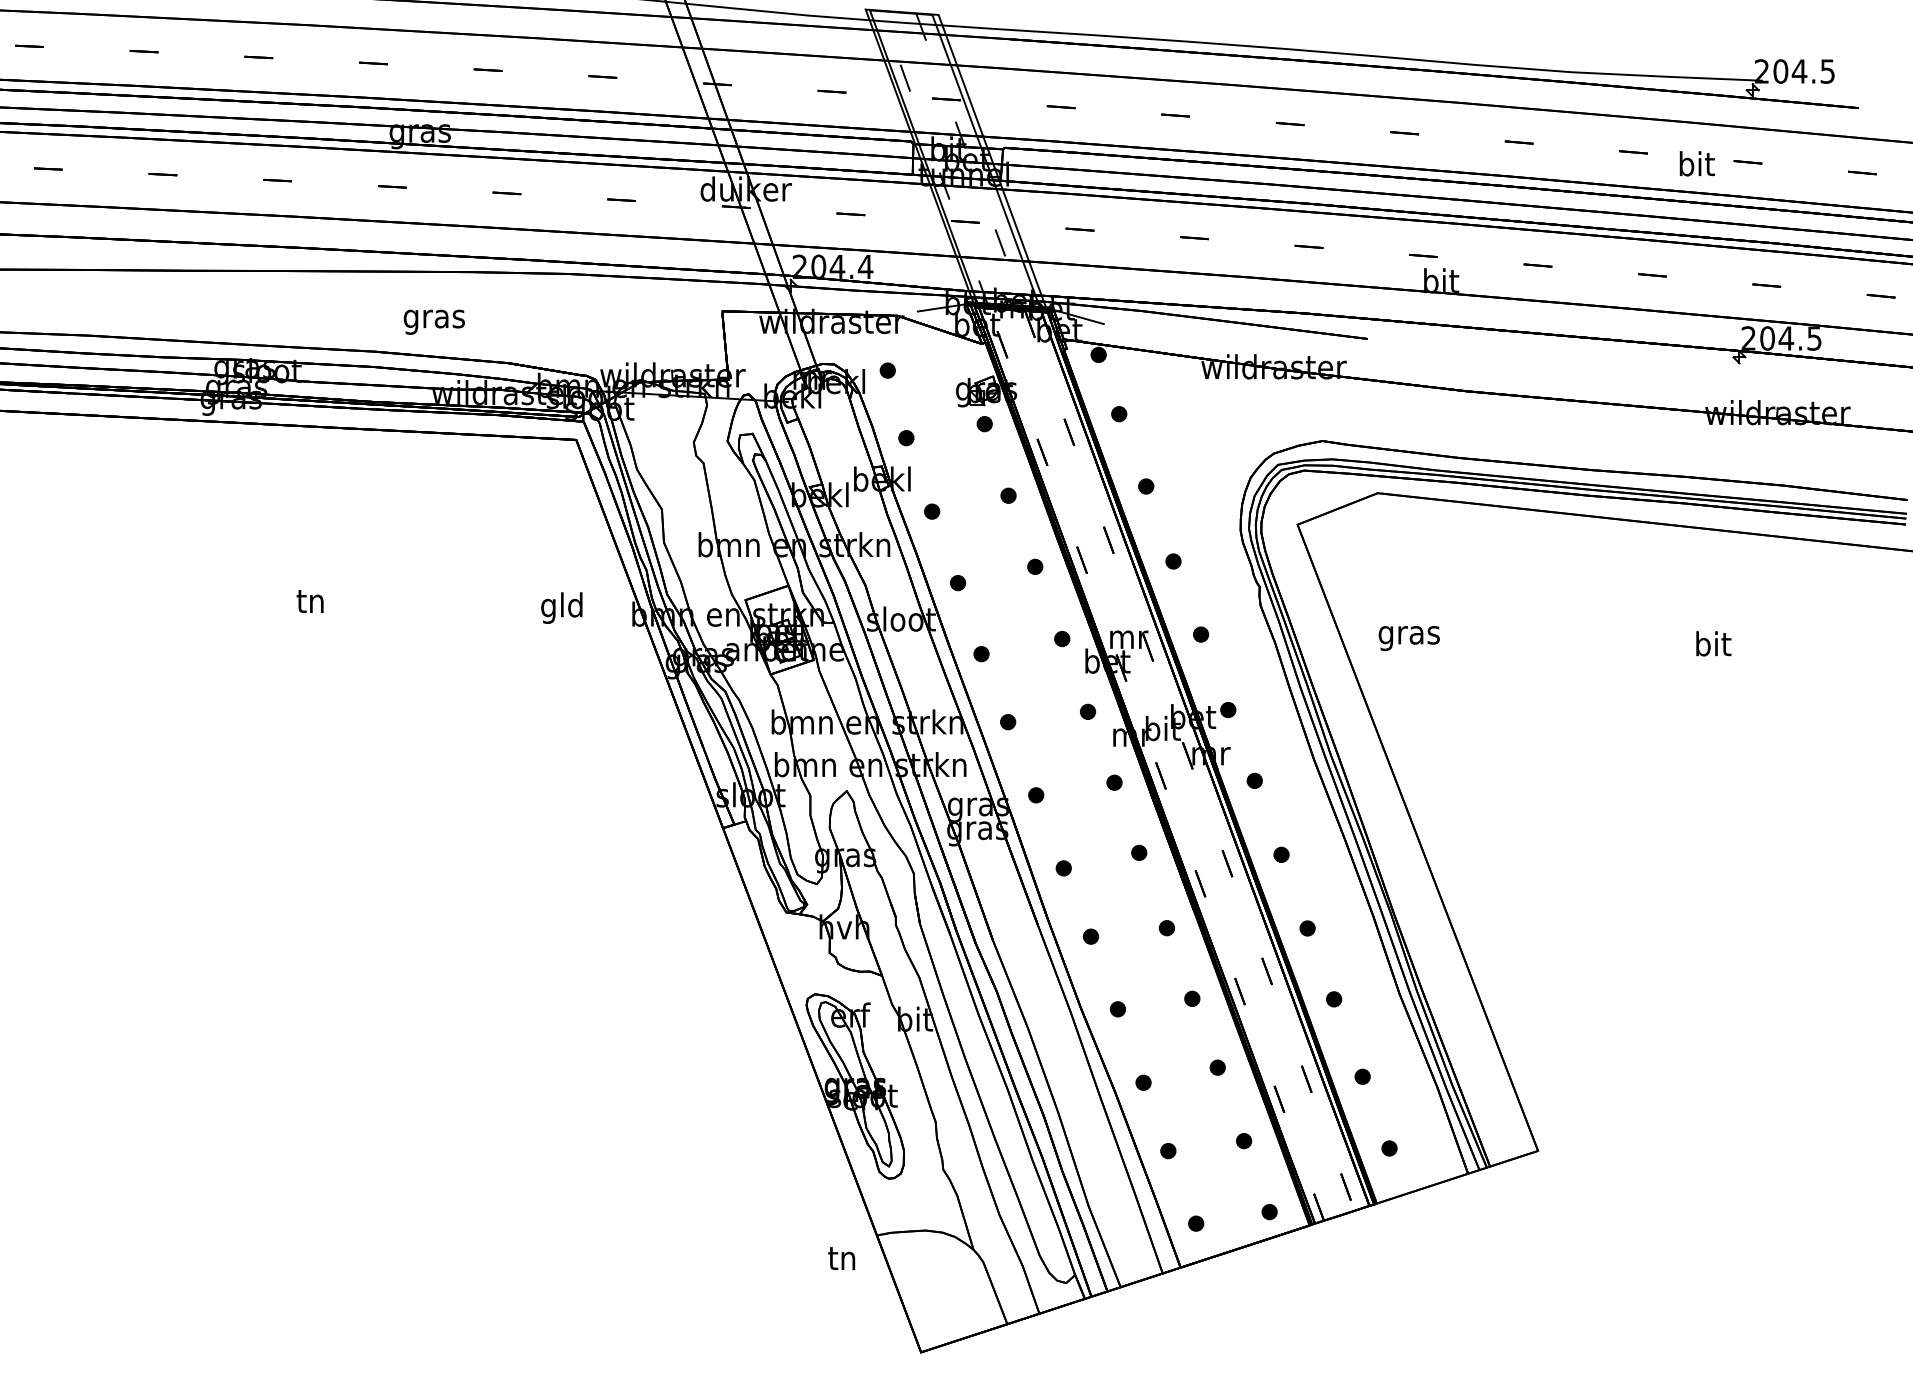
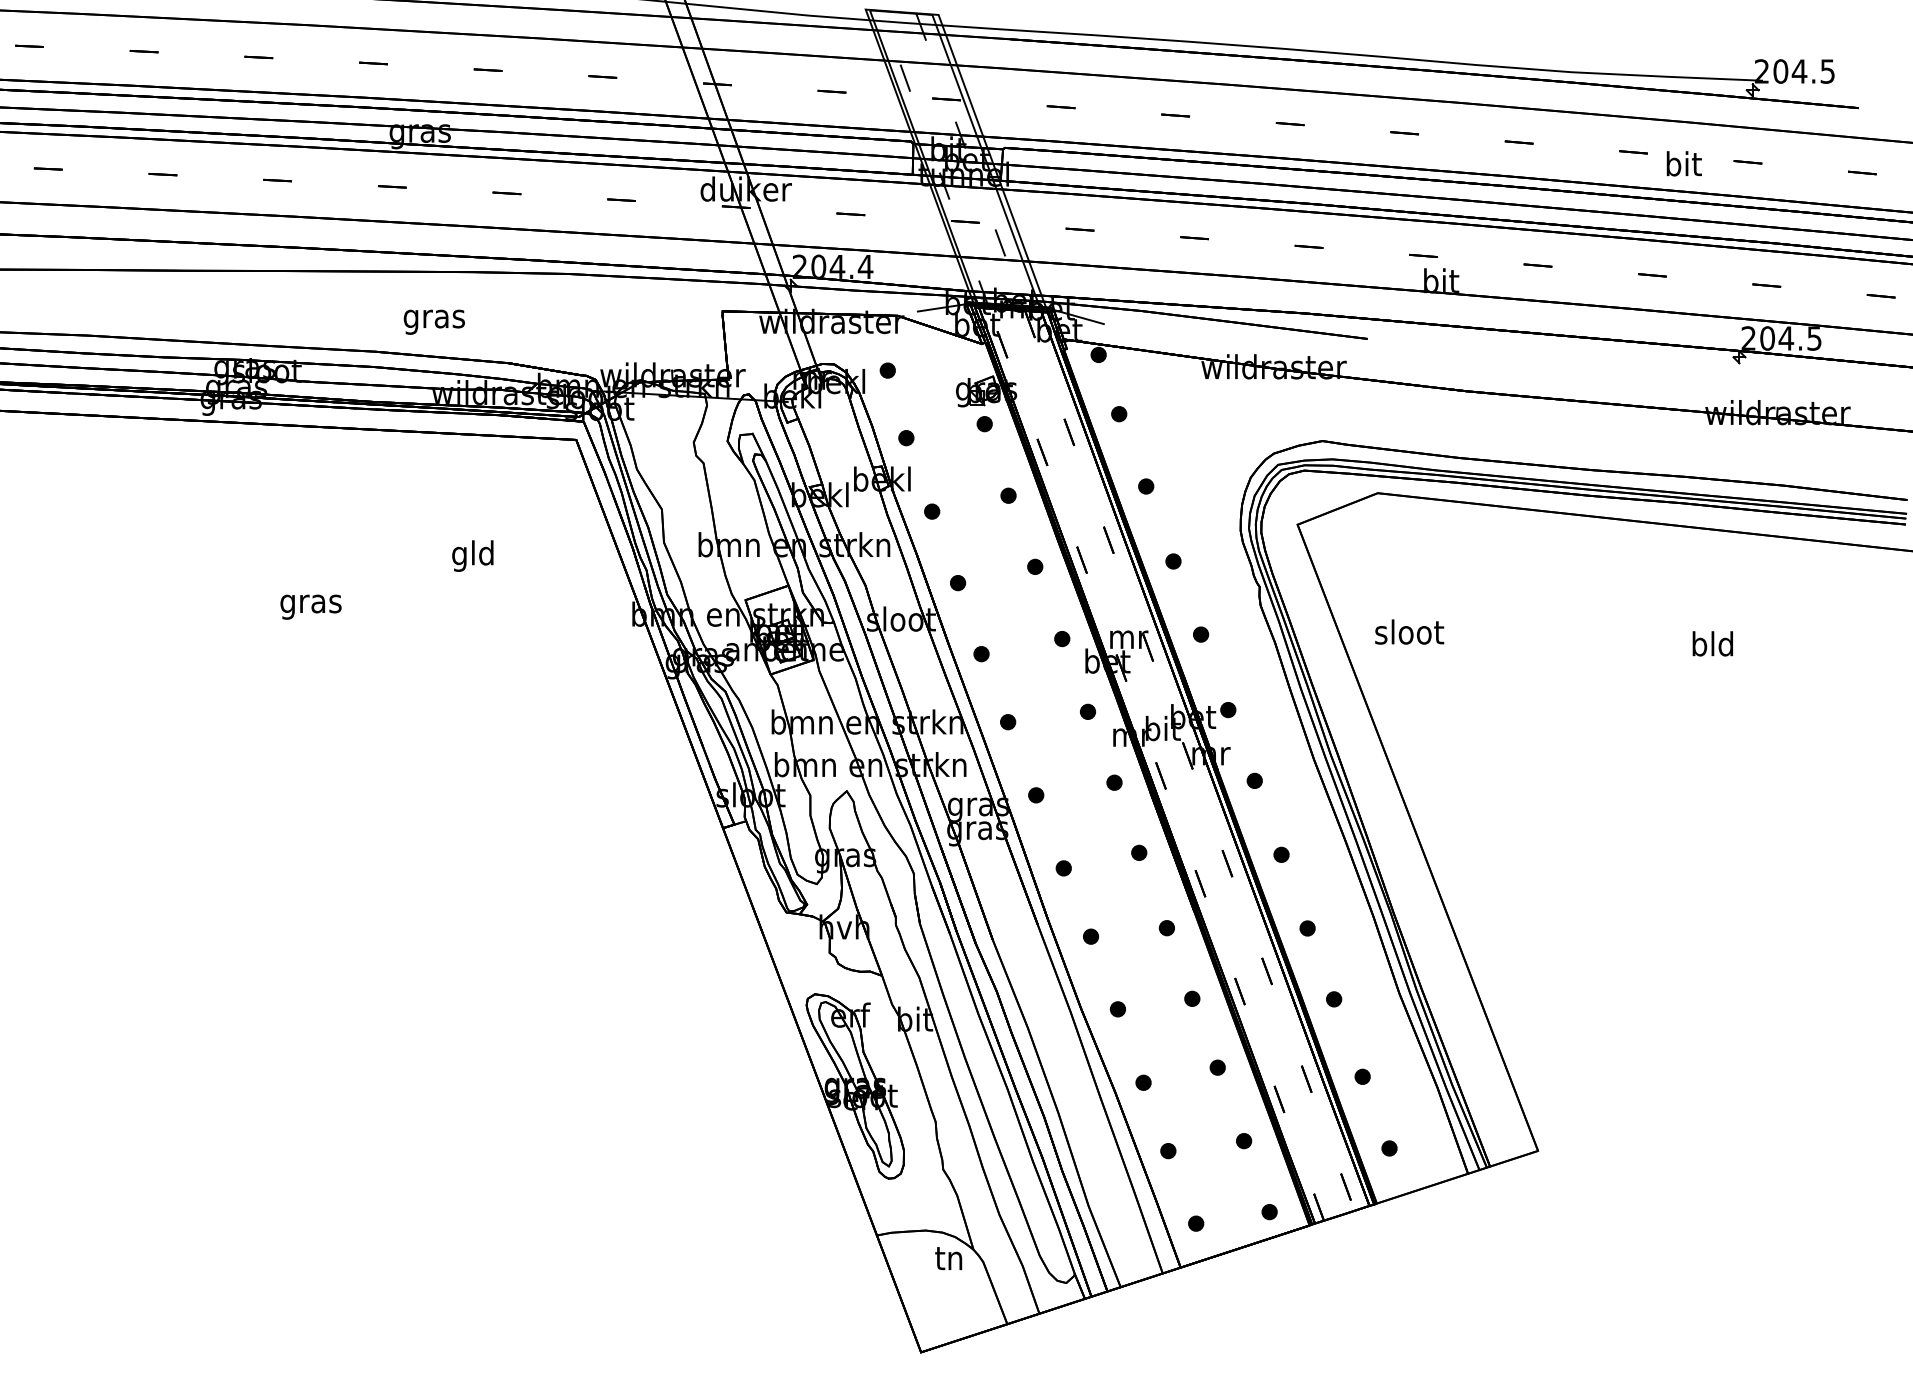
text at (1696, 163) position: (1696, 163) -> (1683, 163)
text at (310, 604): tn -> gras
text at (561, 607) position: (561, 607) -> (472, 555)
text at (1409, 635): gras -> sloot
text at (1712, 643): bit -> bld
text at (841, 1258) position: (841, 1258) -> (948, 1258)
